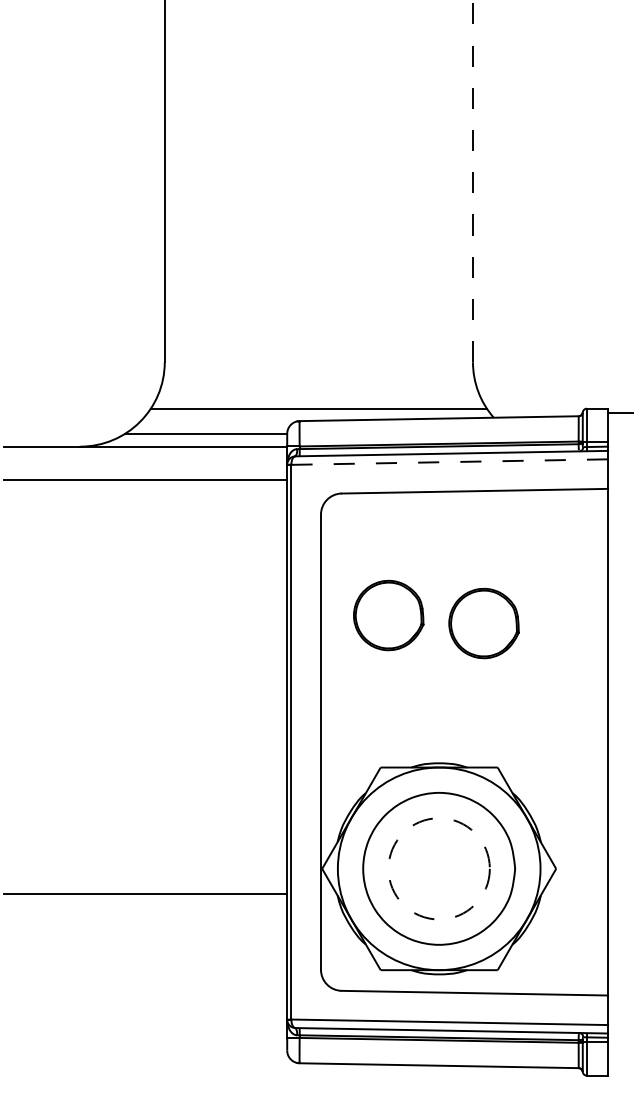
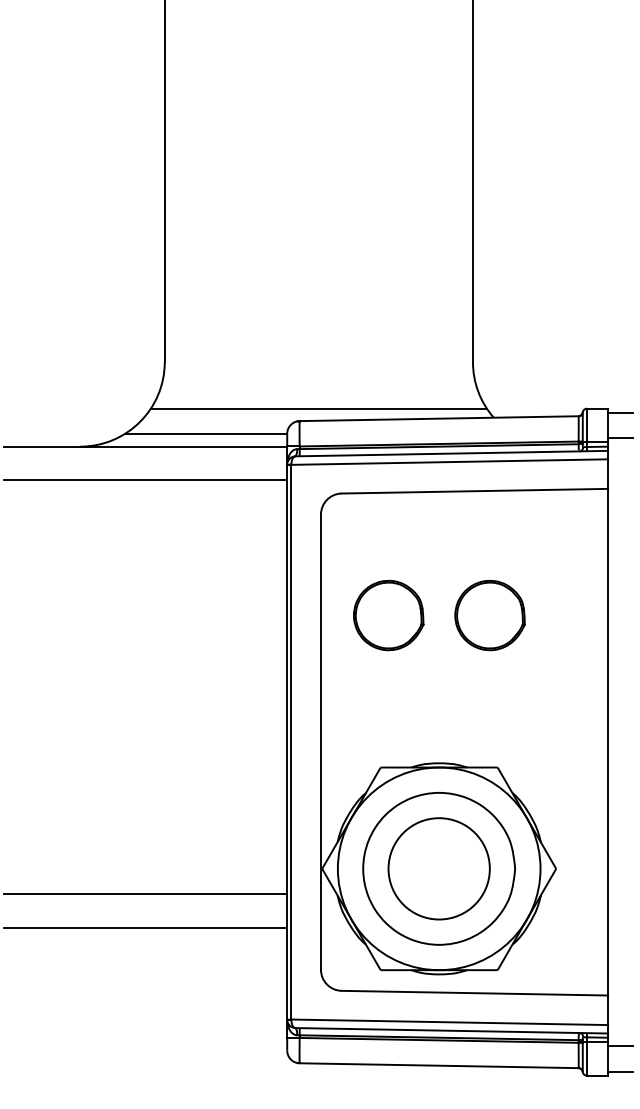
line at (472, 181): dashed -> solid
line at (620, 438): none -> present
line at (449, 462): dashed -> solid
part at (483, 623) position: (483, 623) -> (489, 615)
circle at (438, 868): dashed -> solid
line at (145, 927): none -> present
line at (620, 1046): none -> present
line at (620, 1071): none -> present
